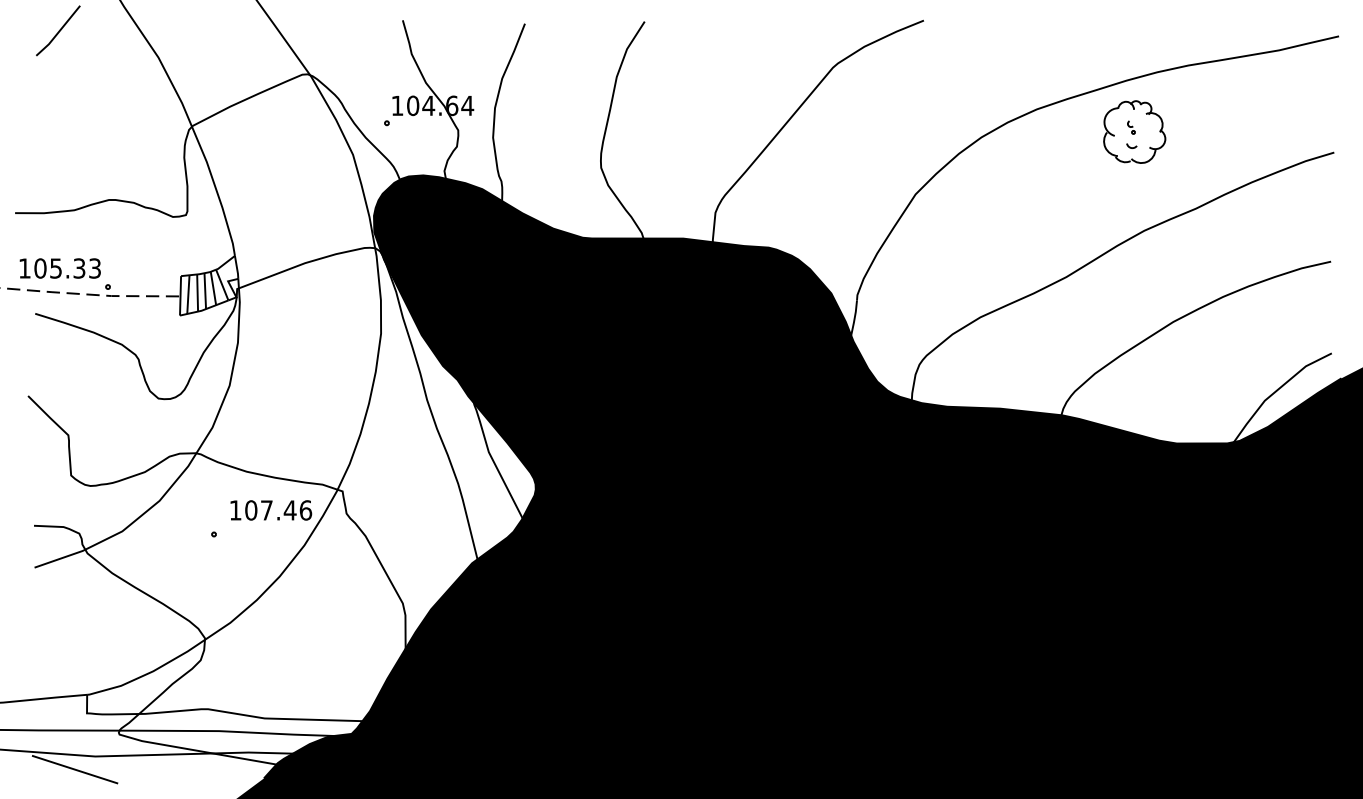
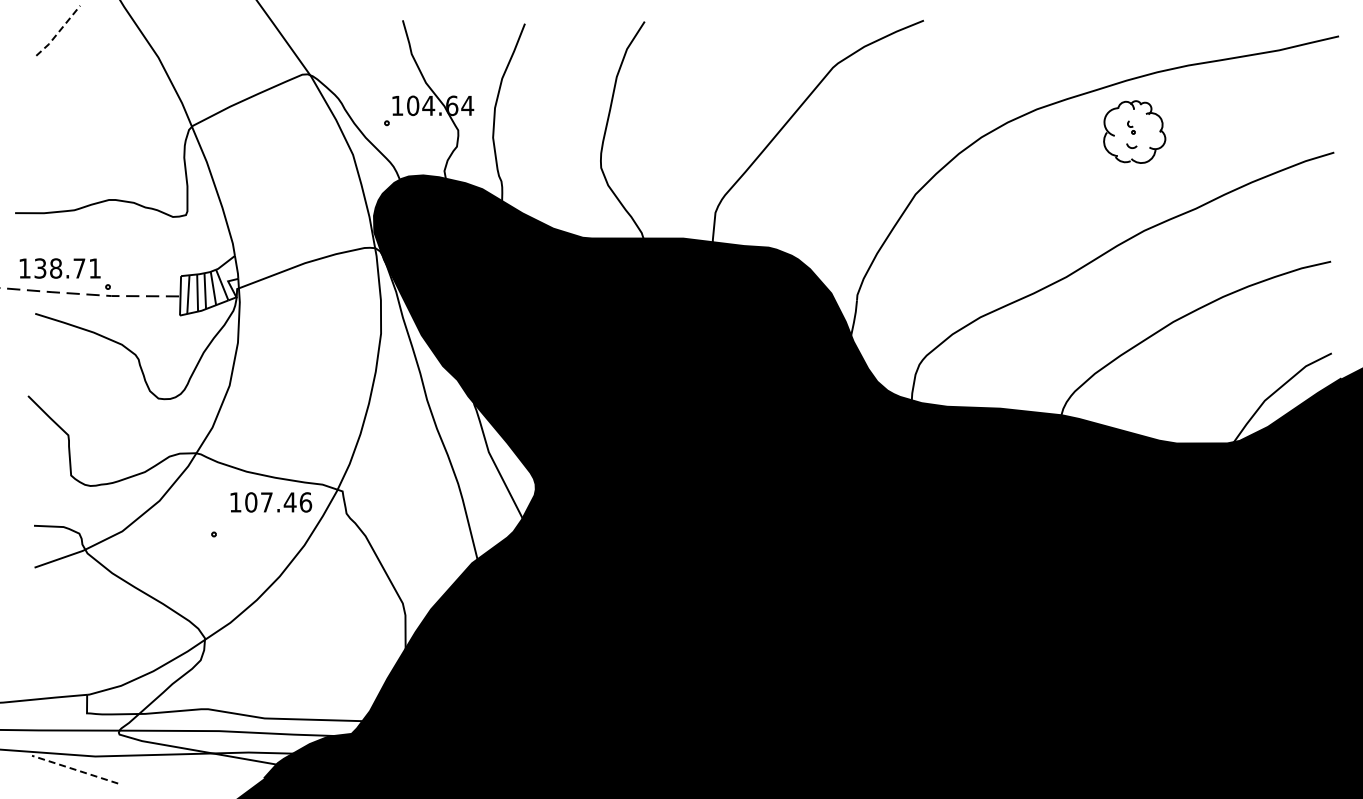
line at (58, 31): solid -> dashed
text at (67, 268): 105.33 -> 138.71
text at (271, 510) position: (271, 510) -> (271, 502)
line at (74, 769): solid -> dashed
